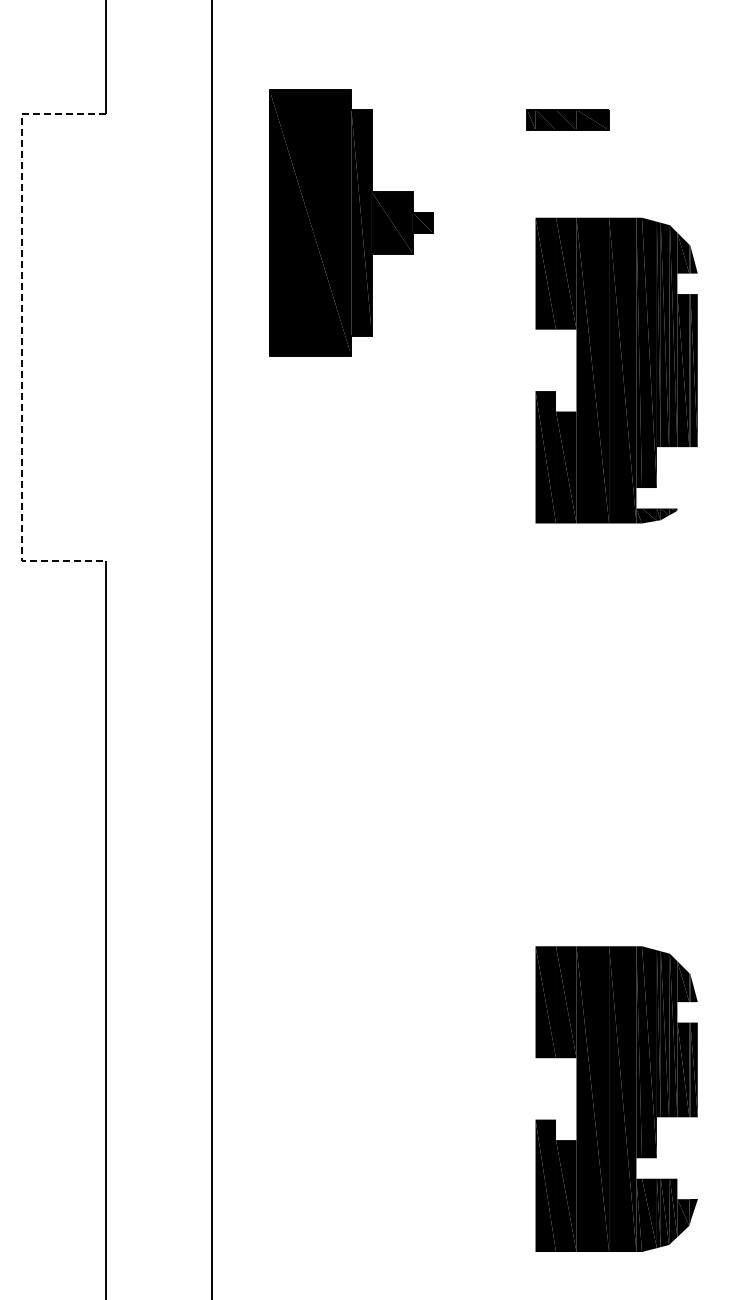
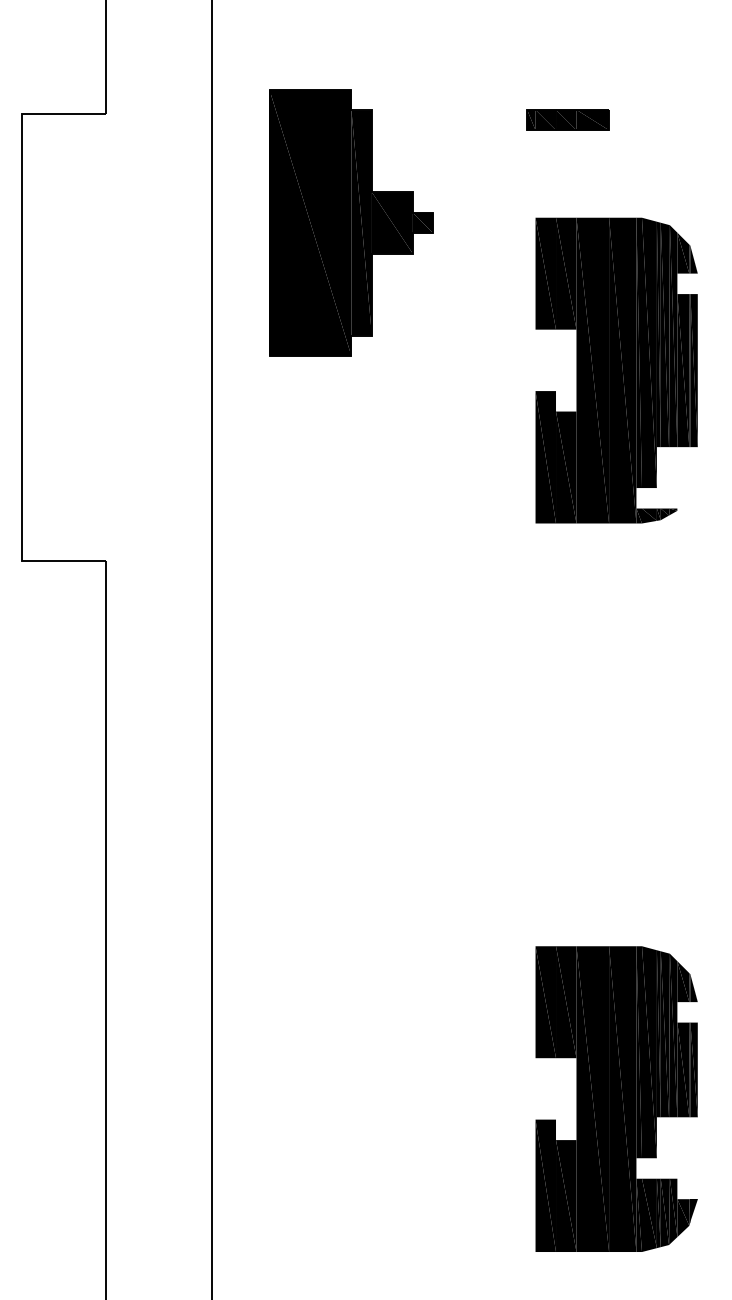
line at (21, 337): dashed -> solid
